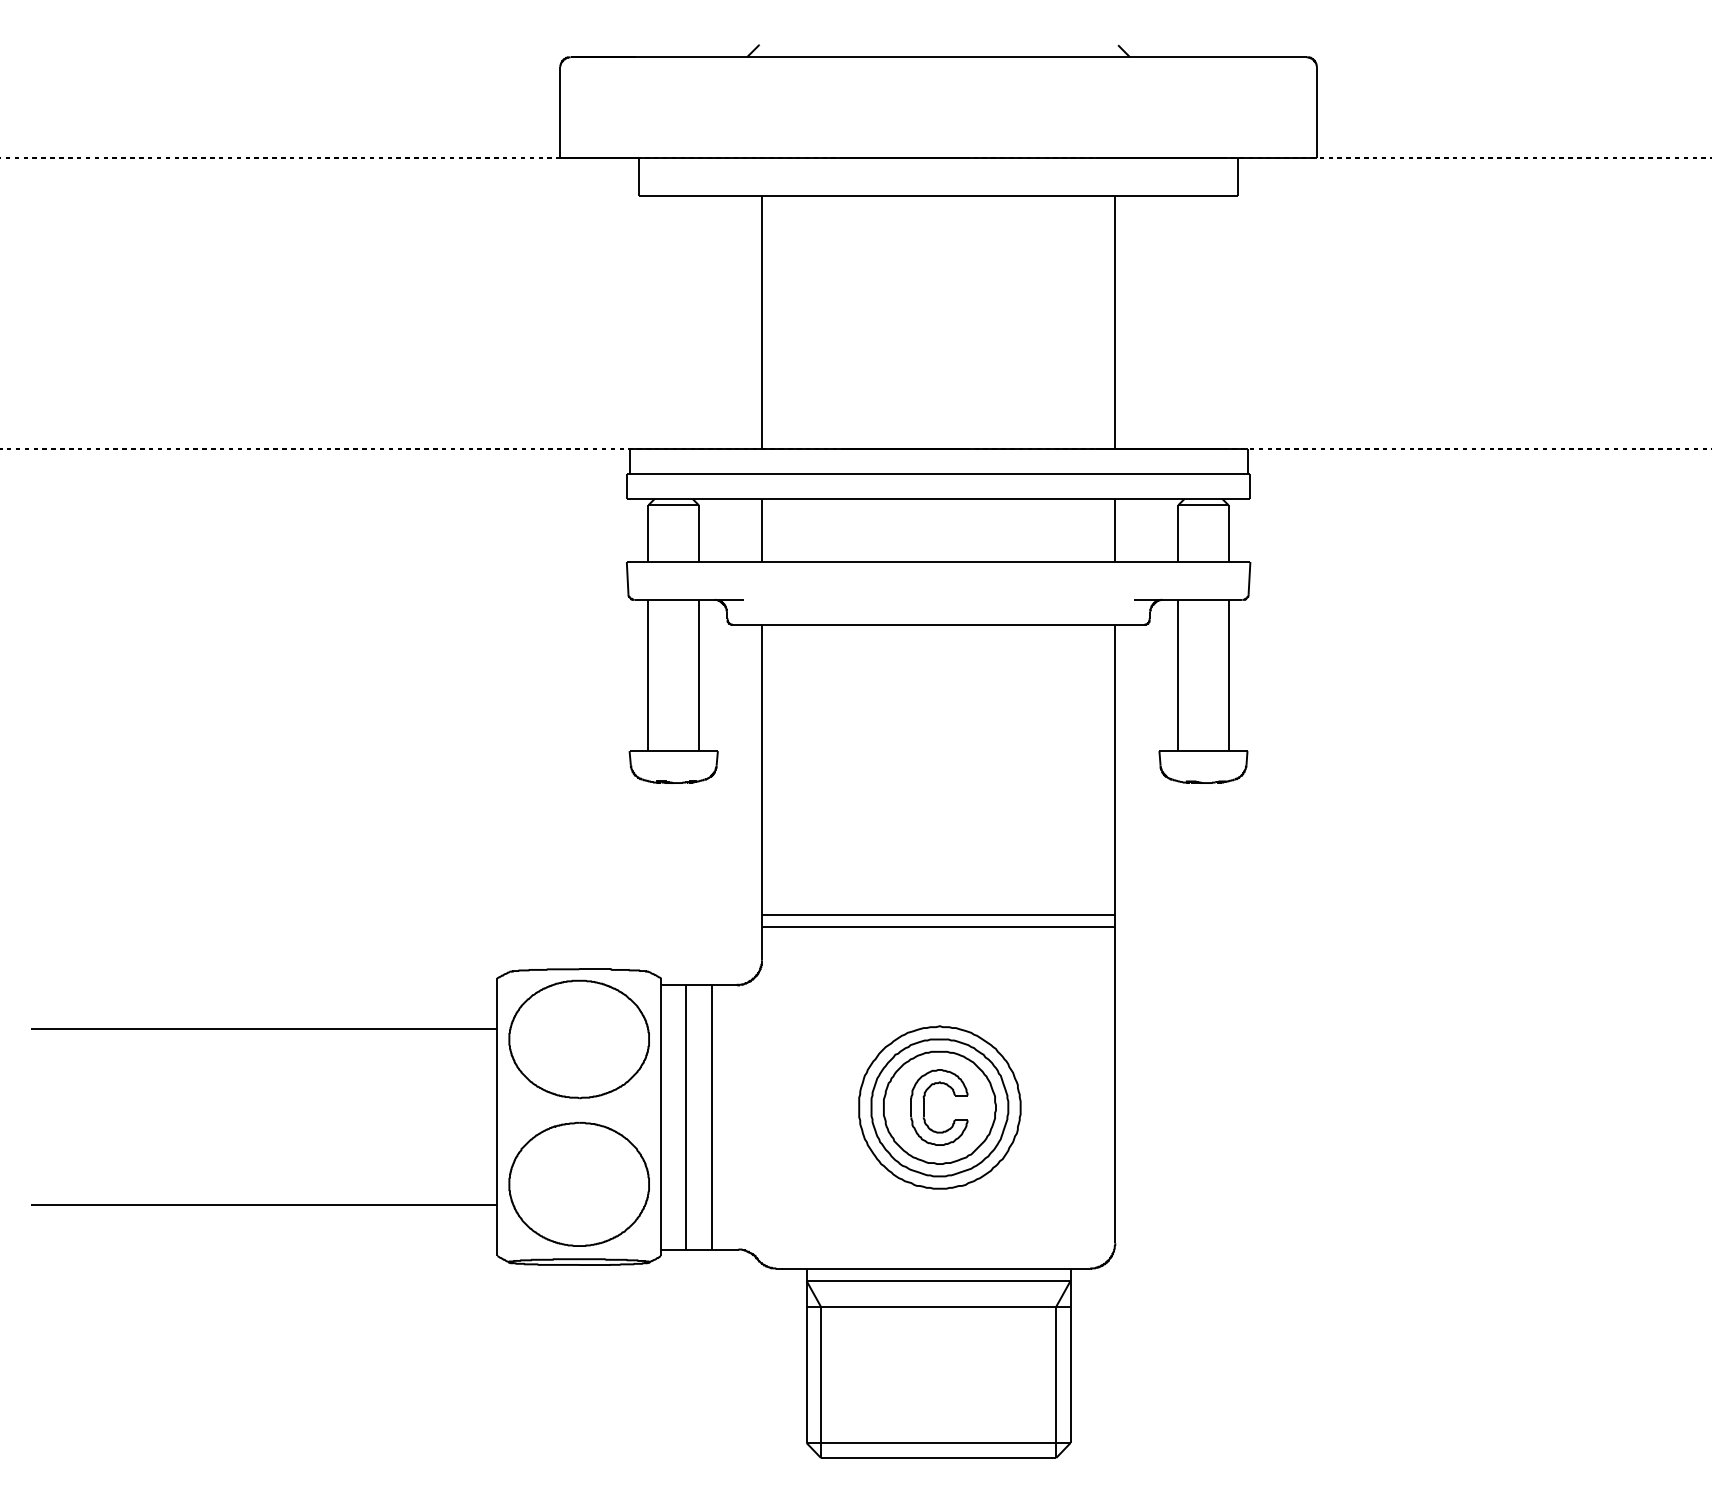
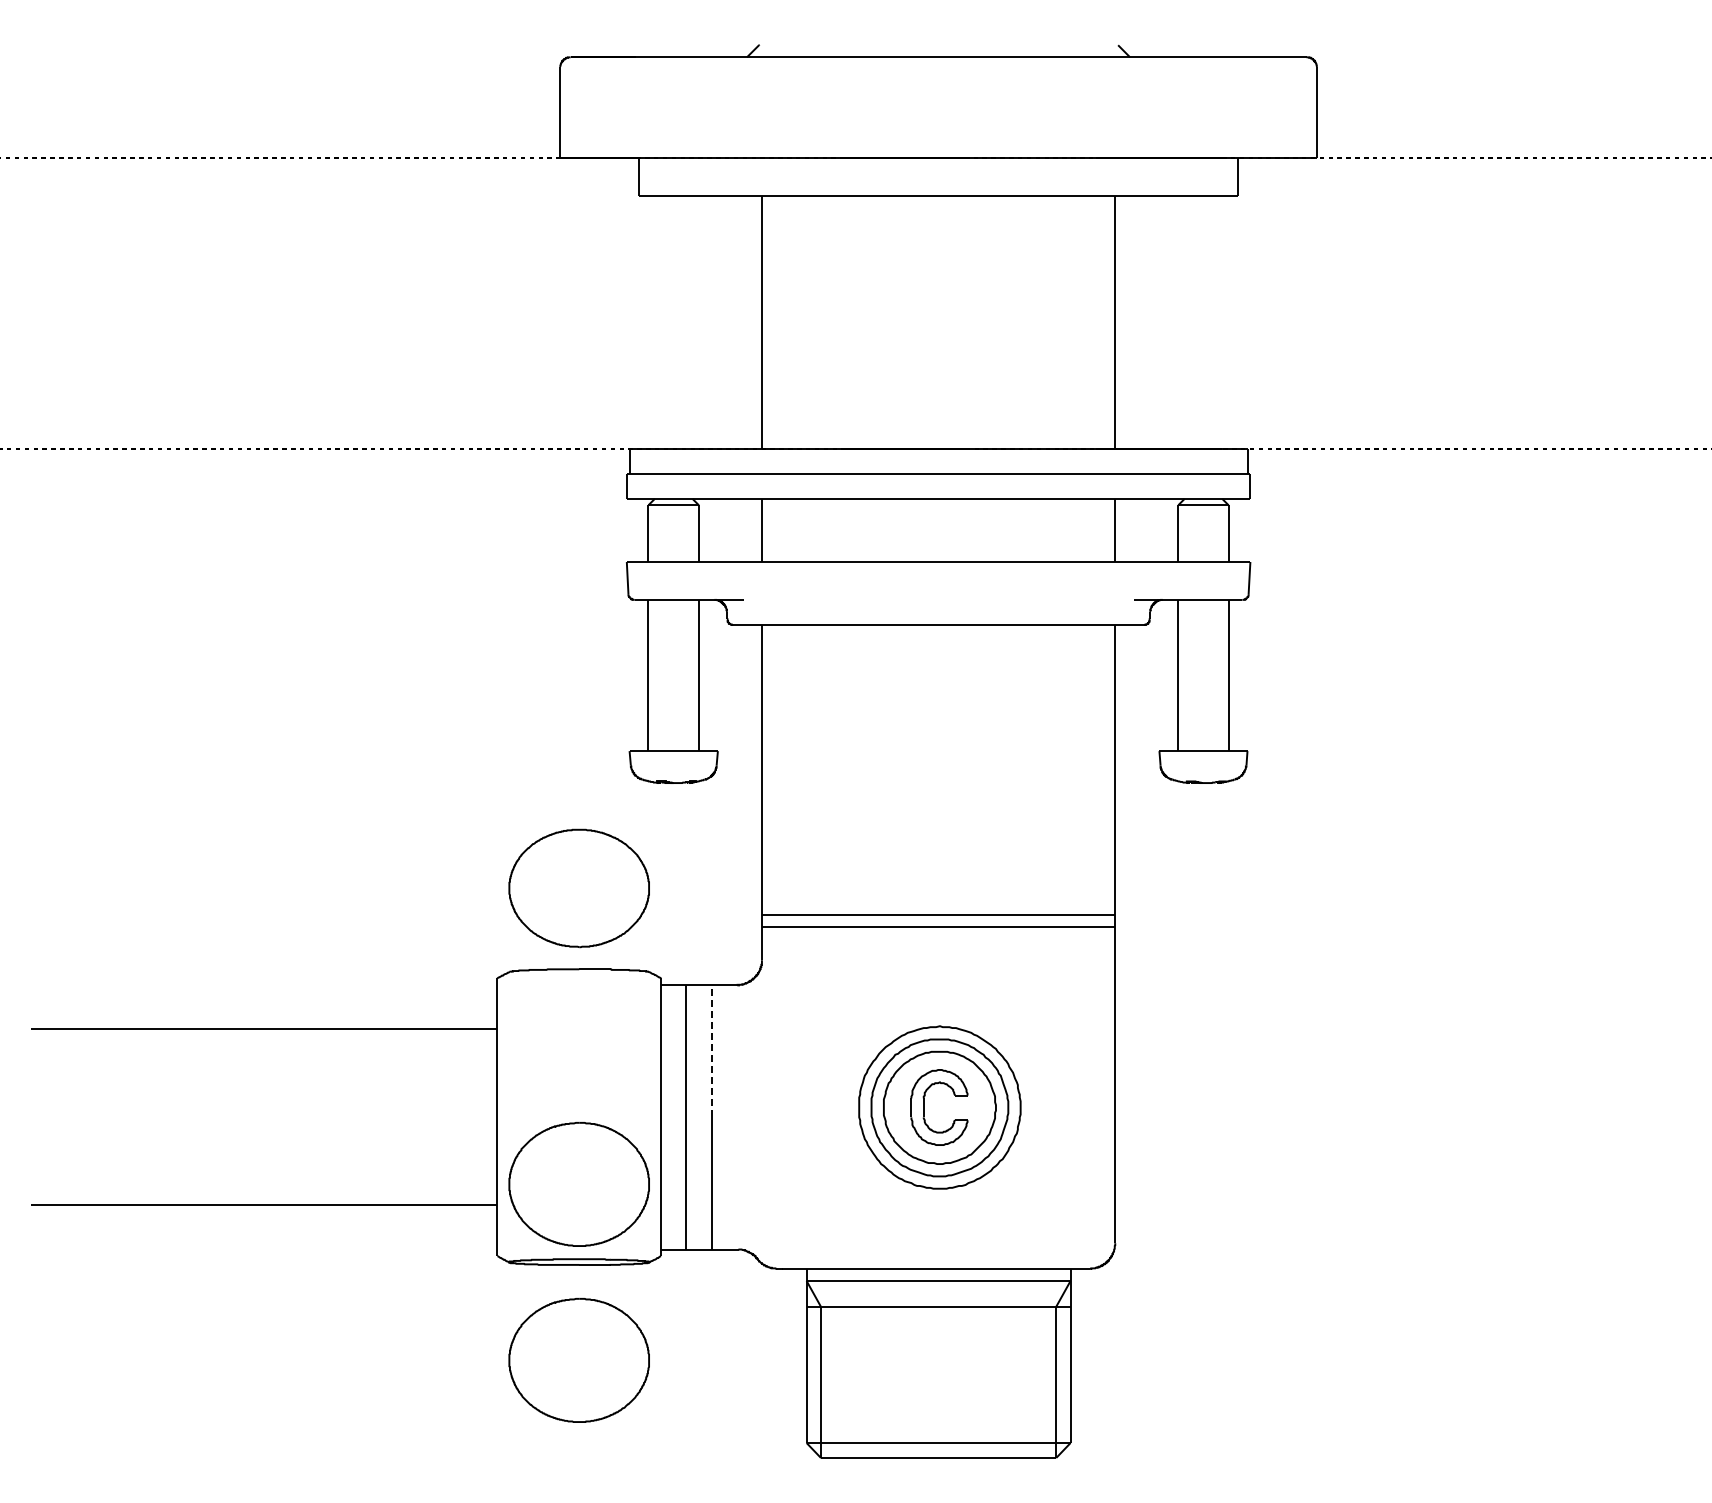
part at (578, 1039) position: (578, 1039) -> (578, 888)
line at (712, 1050): solid -> dashed
part at (578, 1360): none -> present
